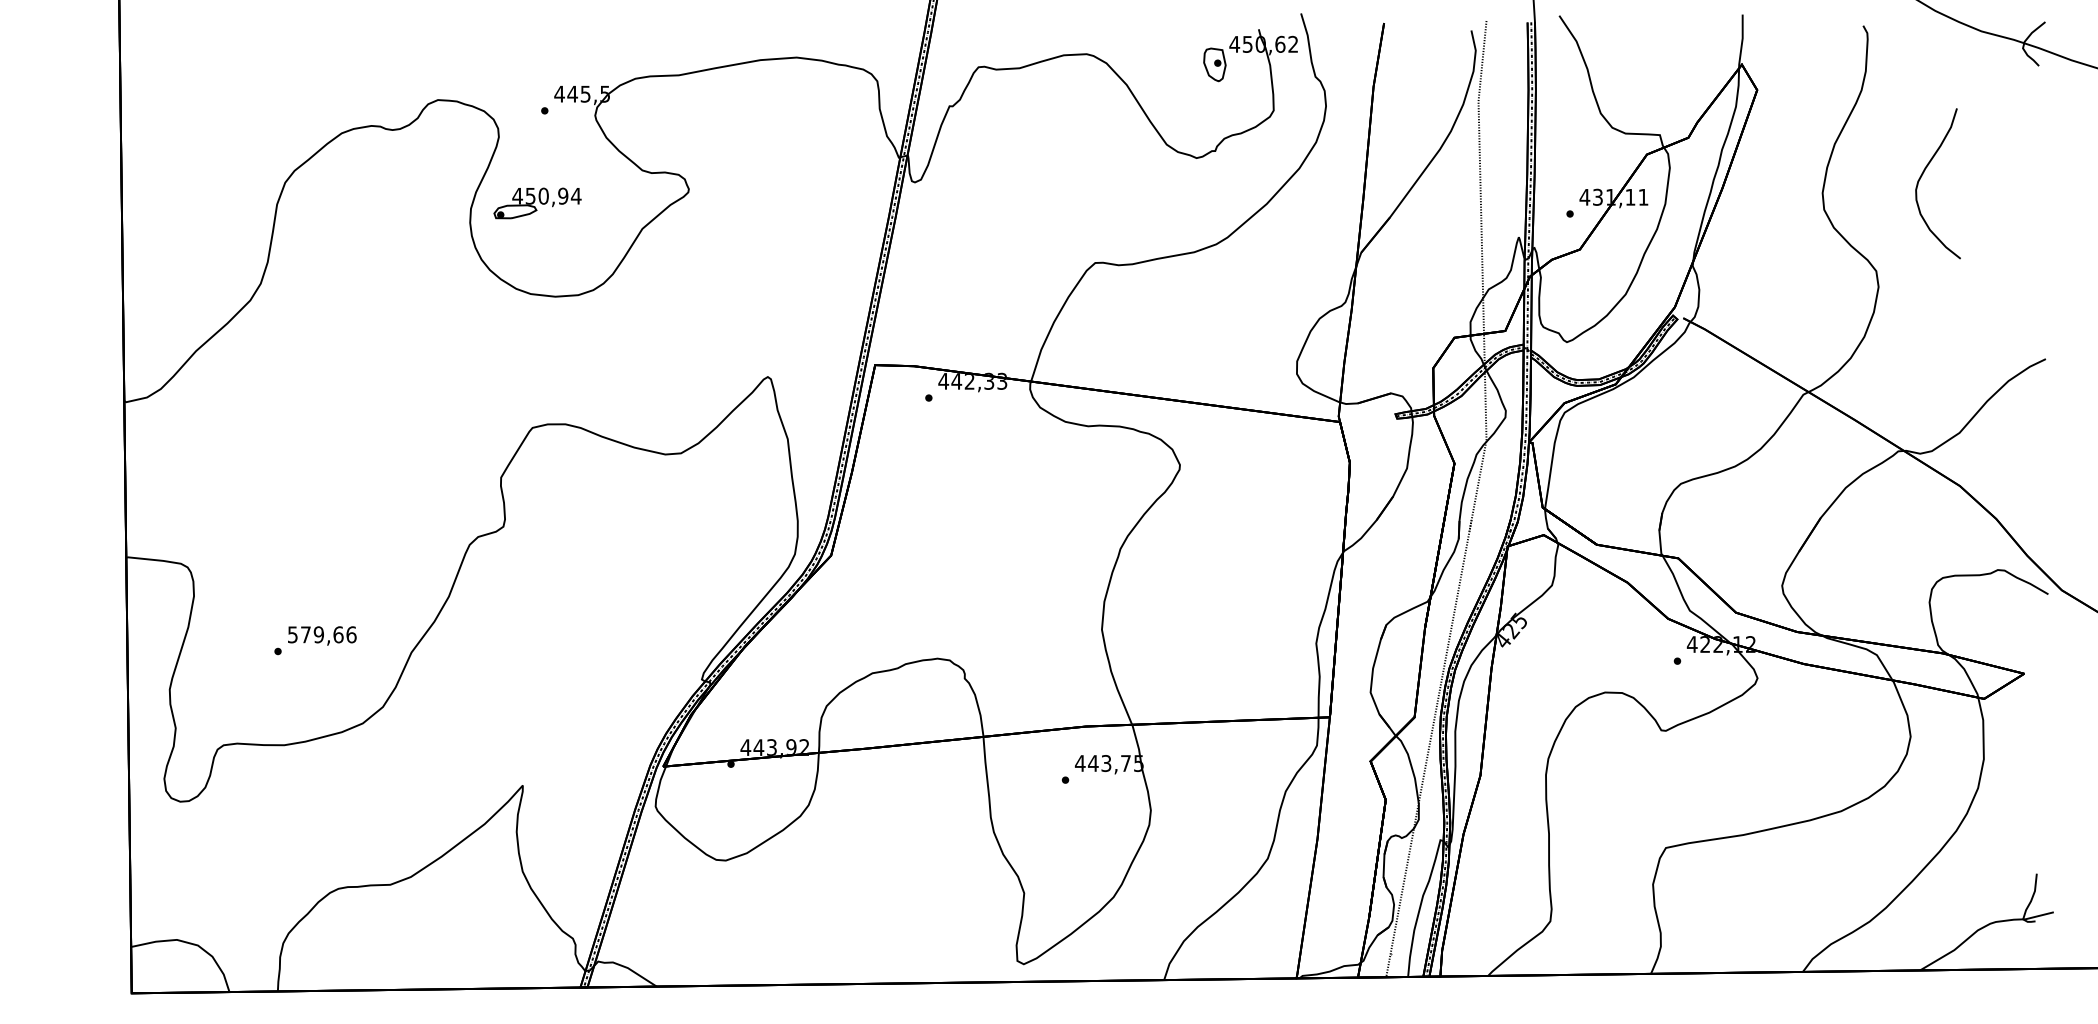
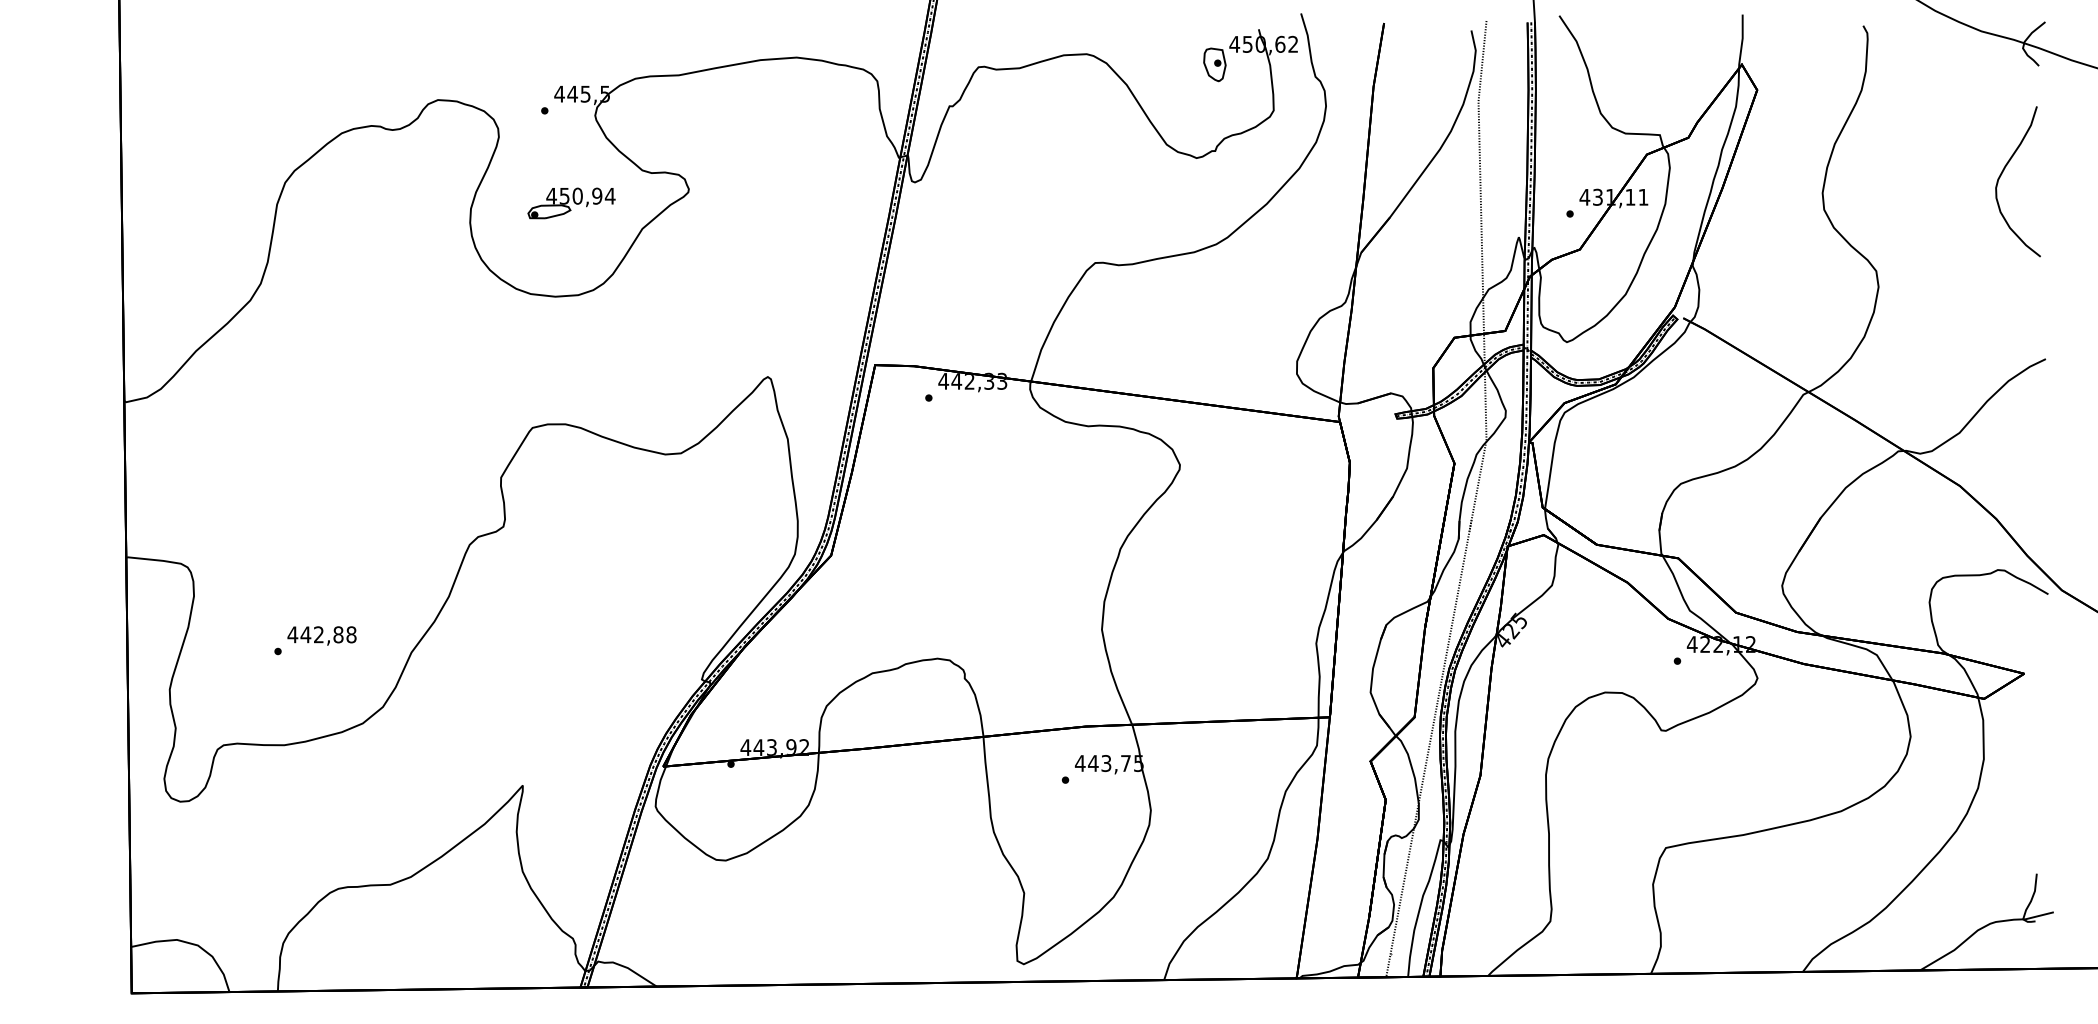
curve at (1922, 176) position: (1922, 176) -> (2002, 174)
part at (537, 203) position: (537, 203) -> (571, 203)
text at (321, 634): 579,66 -> 442,88
